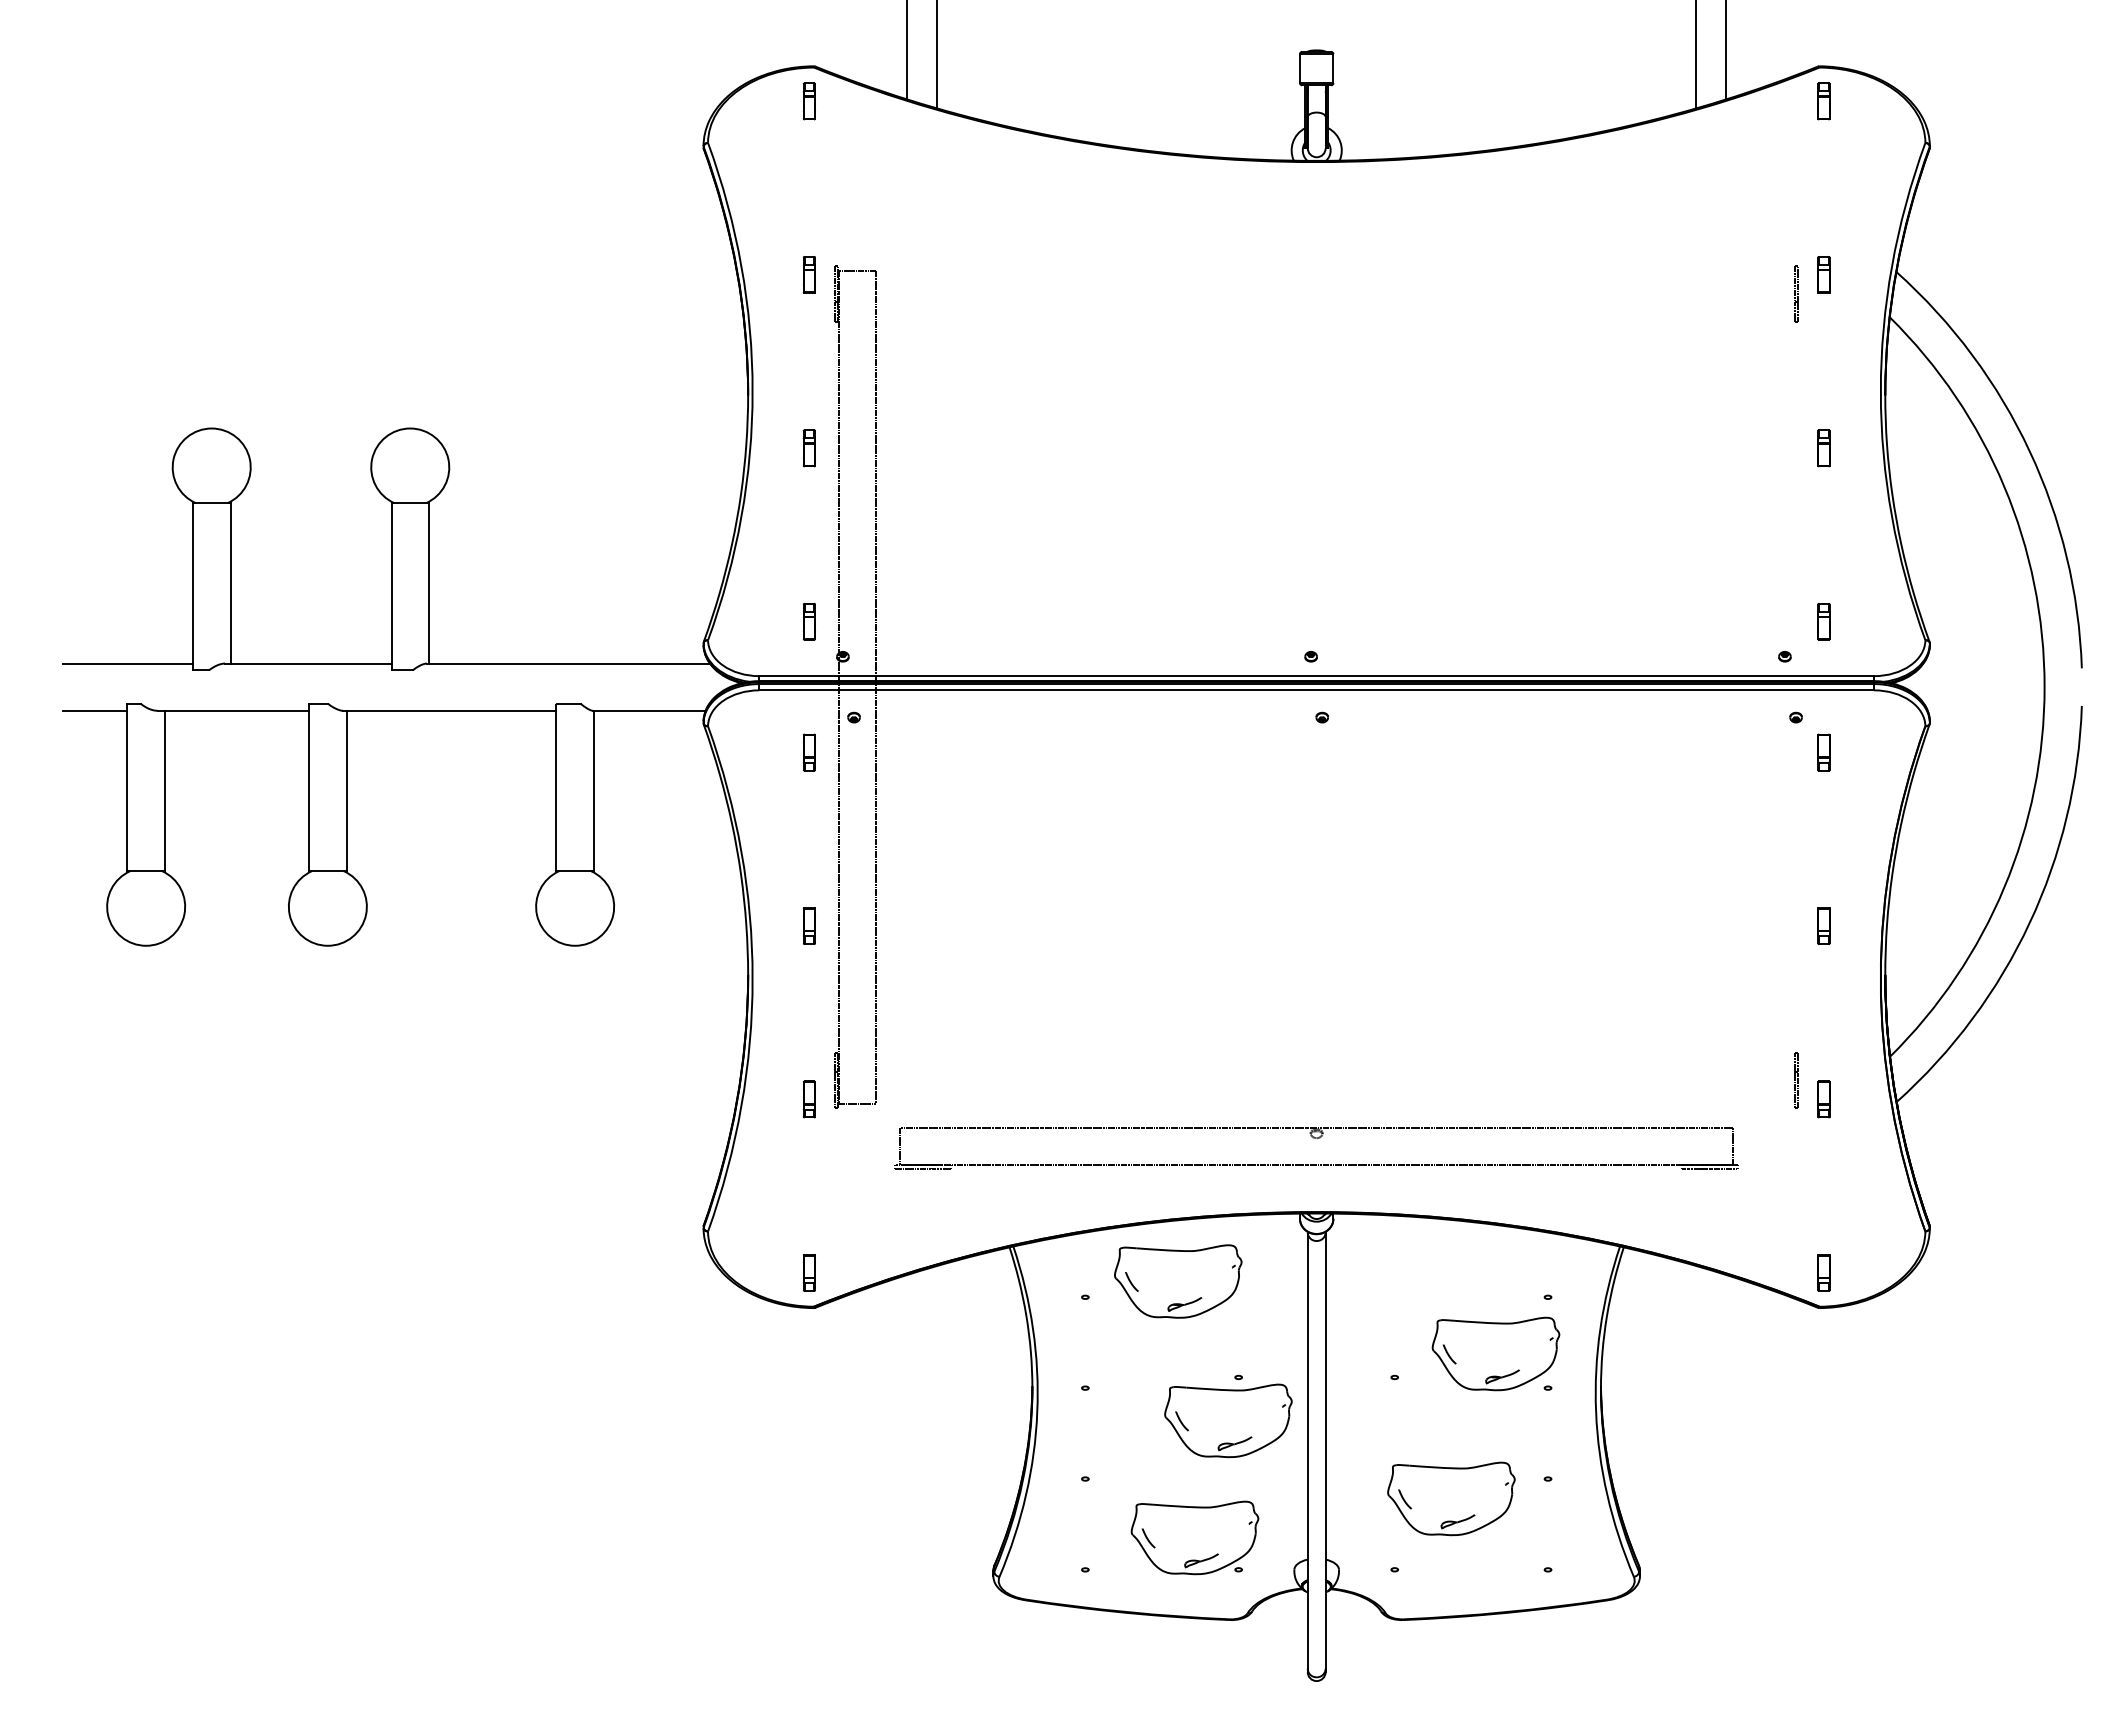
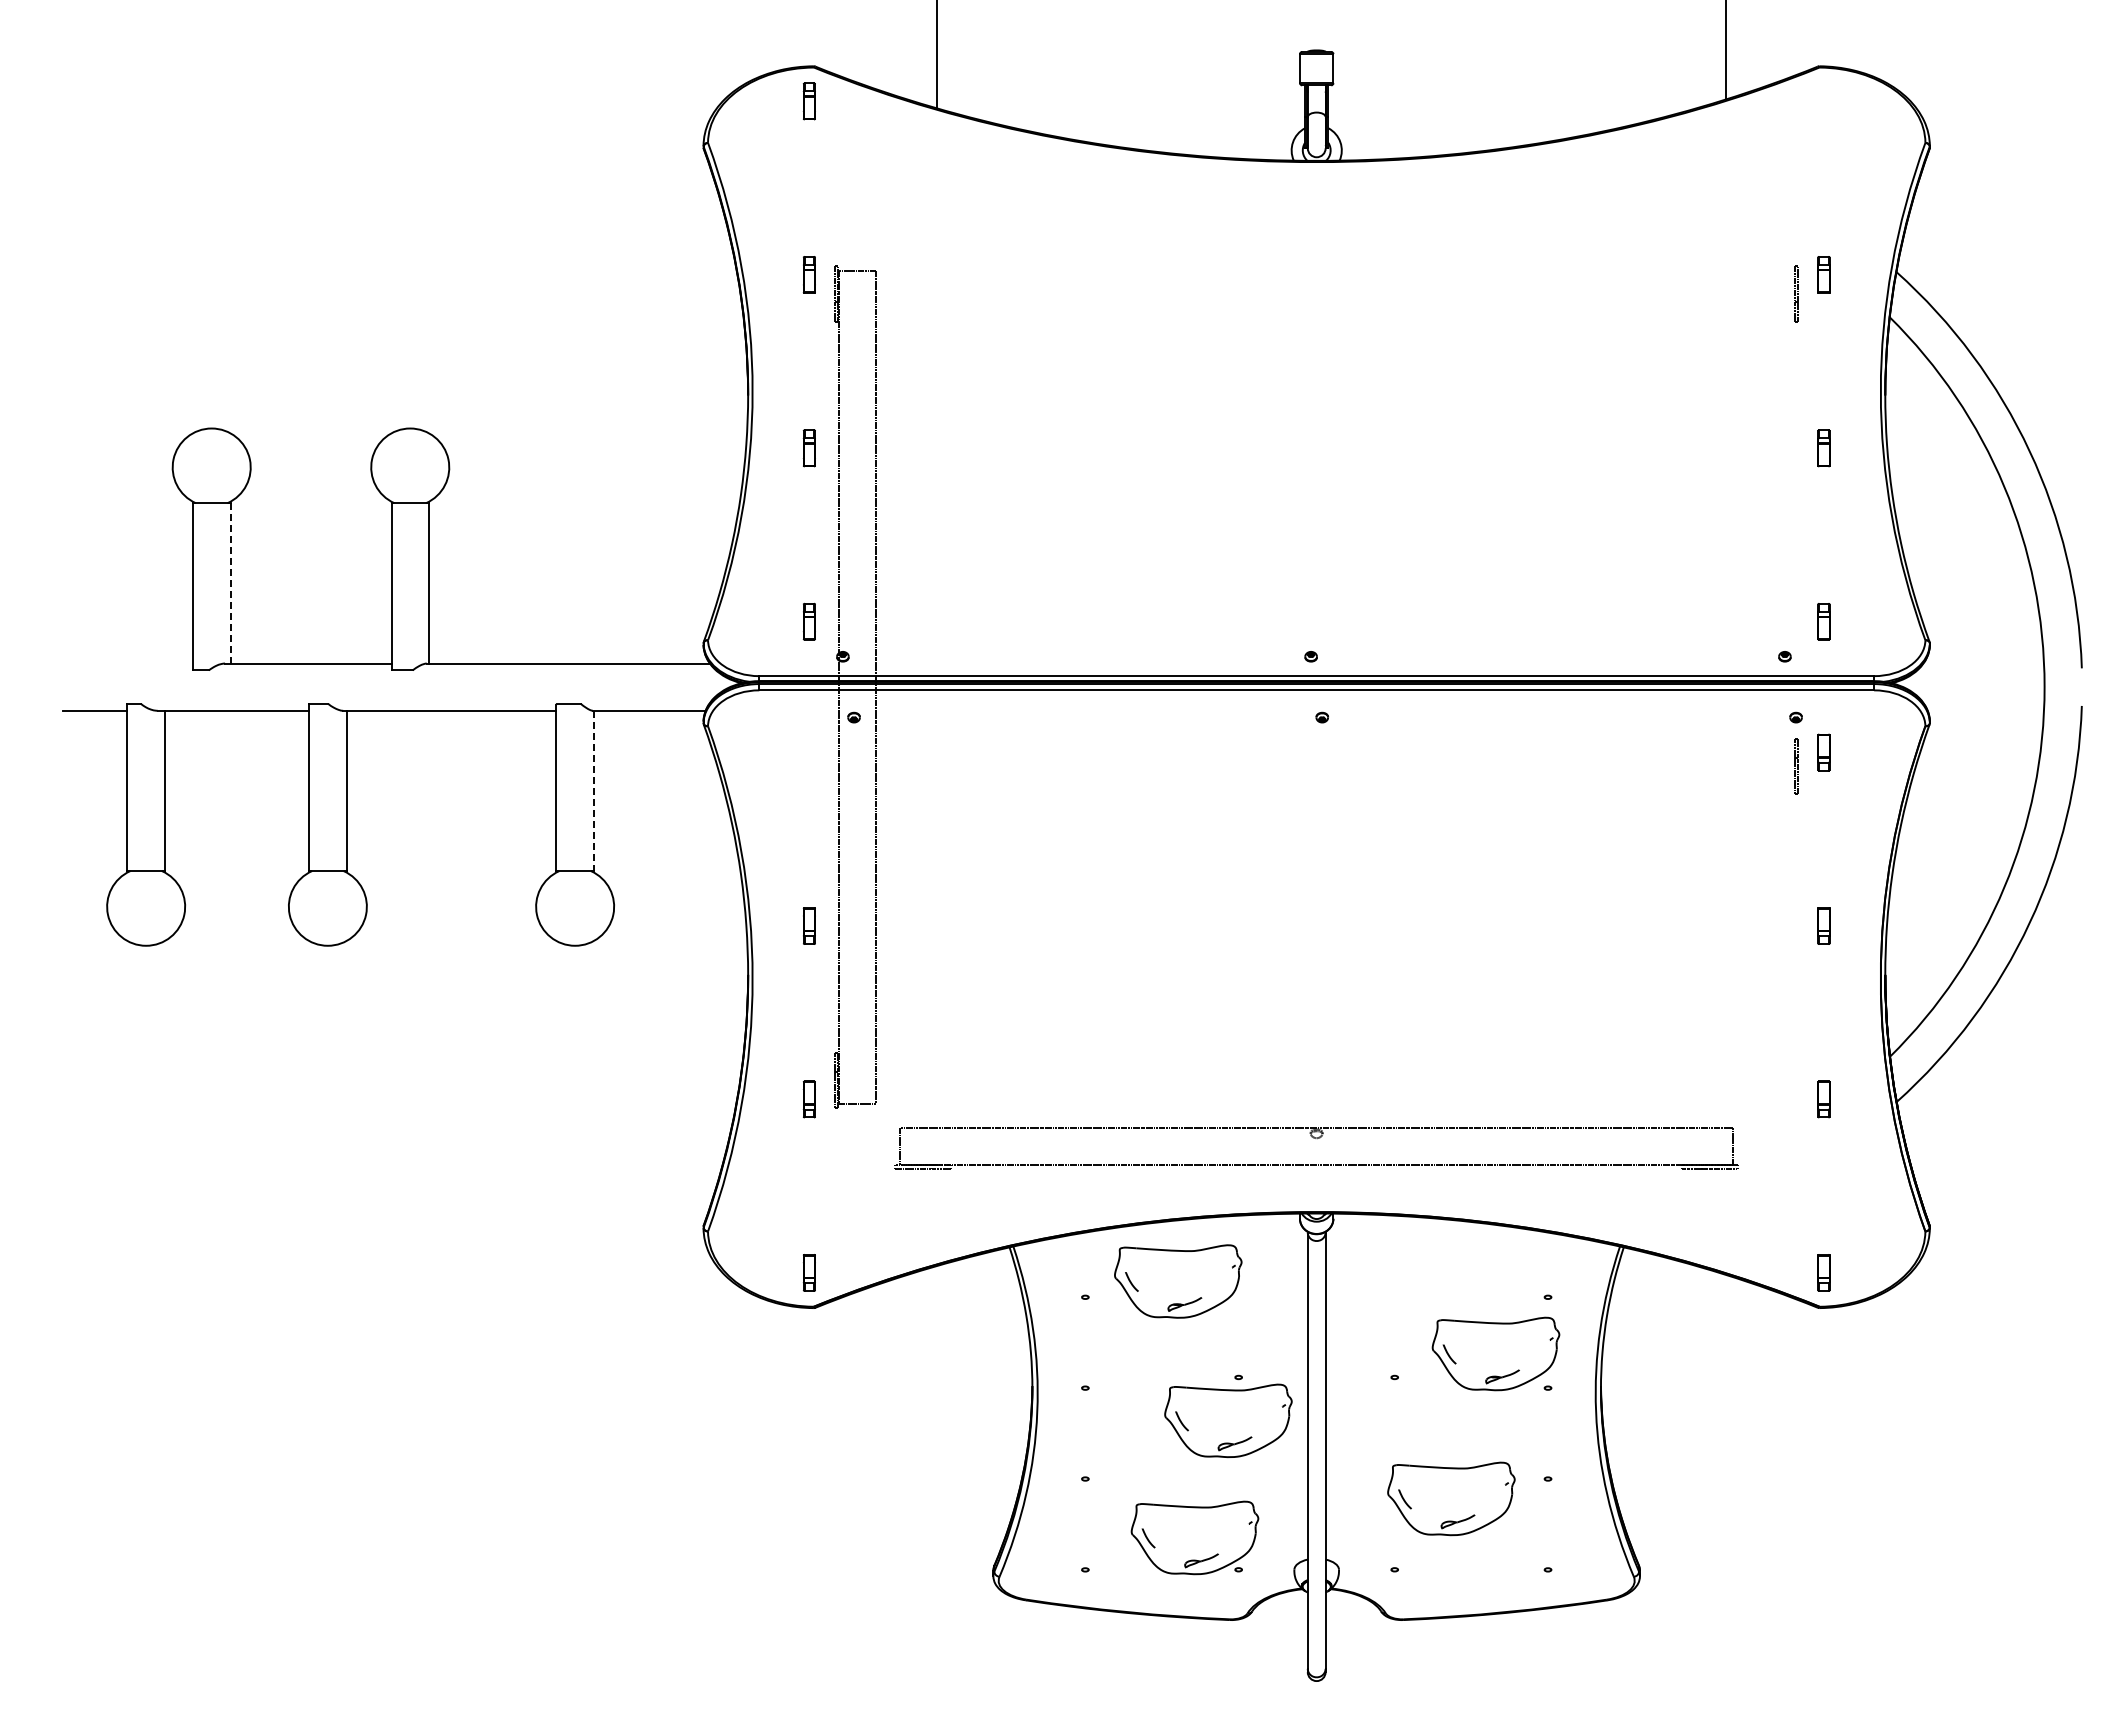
line at (907, 50): present -> none
line at (1696, 55): present -> none
part at (1823, 101): present -> none
line at (230, 582): solid -> dashed
line at (127, 663): present -> none
part at (808, 752): present -> none
line at (593, 791): solid -> dashed
line at (1795, 1080) position: (1795, 1080) -> (1795, 766)
